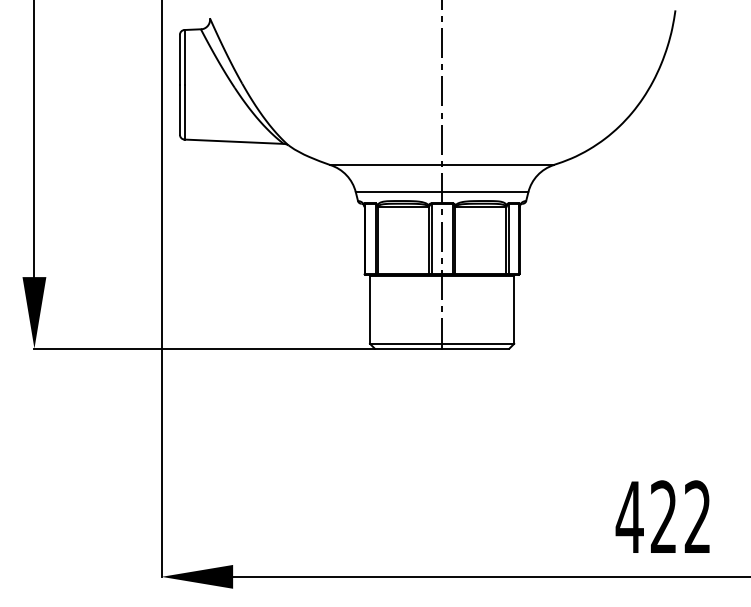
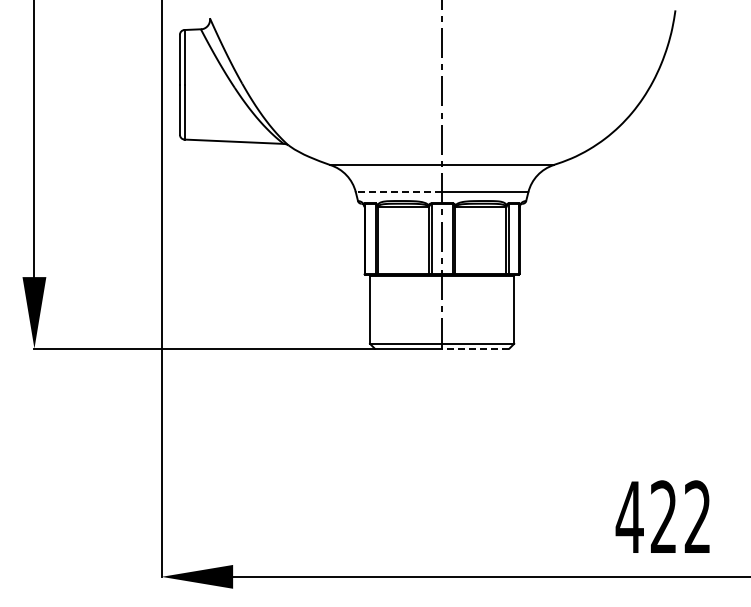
line at (398, 192): solid -> dashed
line at (475, 348): solid -> dashed
